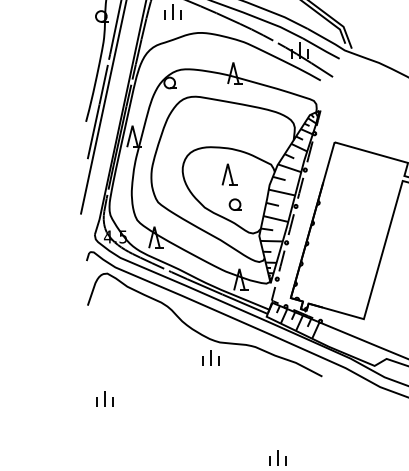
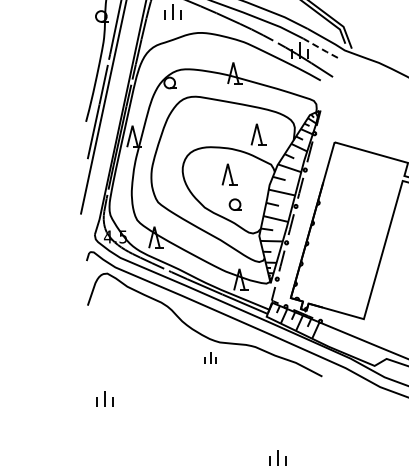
line at (321, 49): solid -> dashed
part at (258, 134): none -> present
part at (210, 357) size: 18x16 px -> 13x12 px
